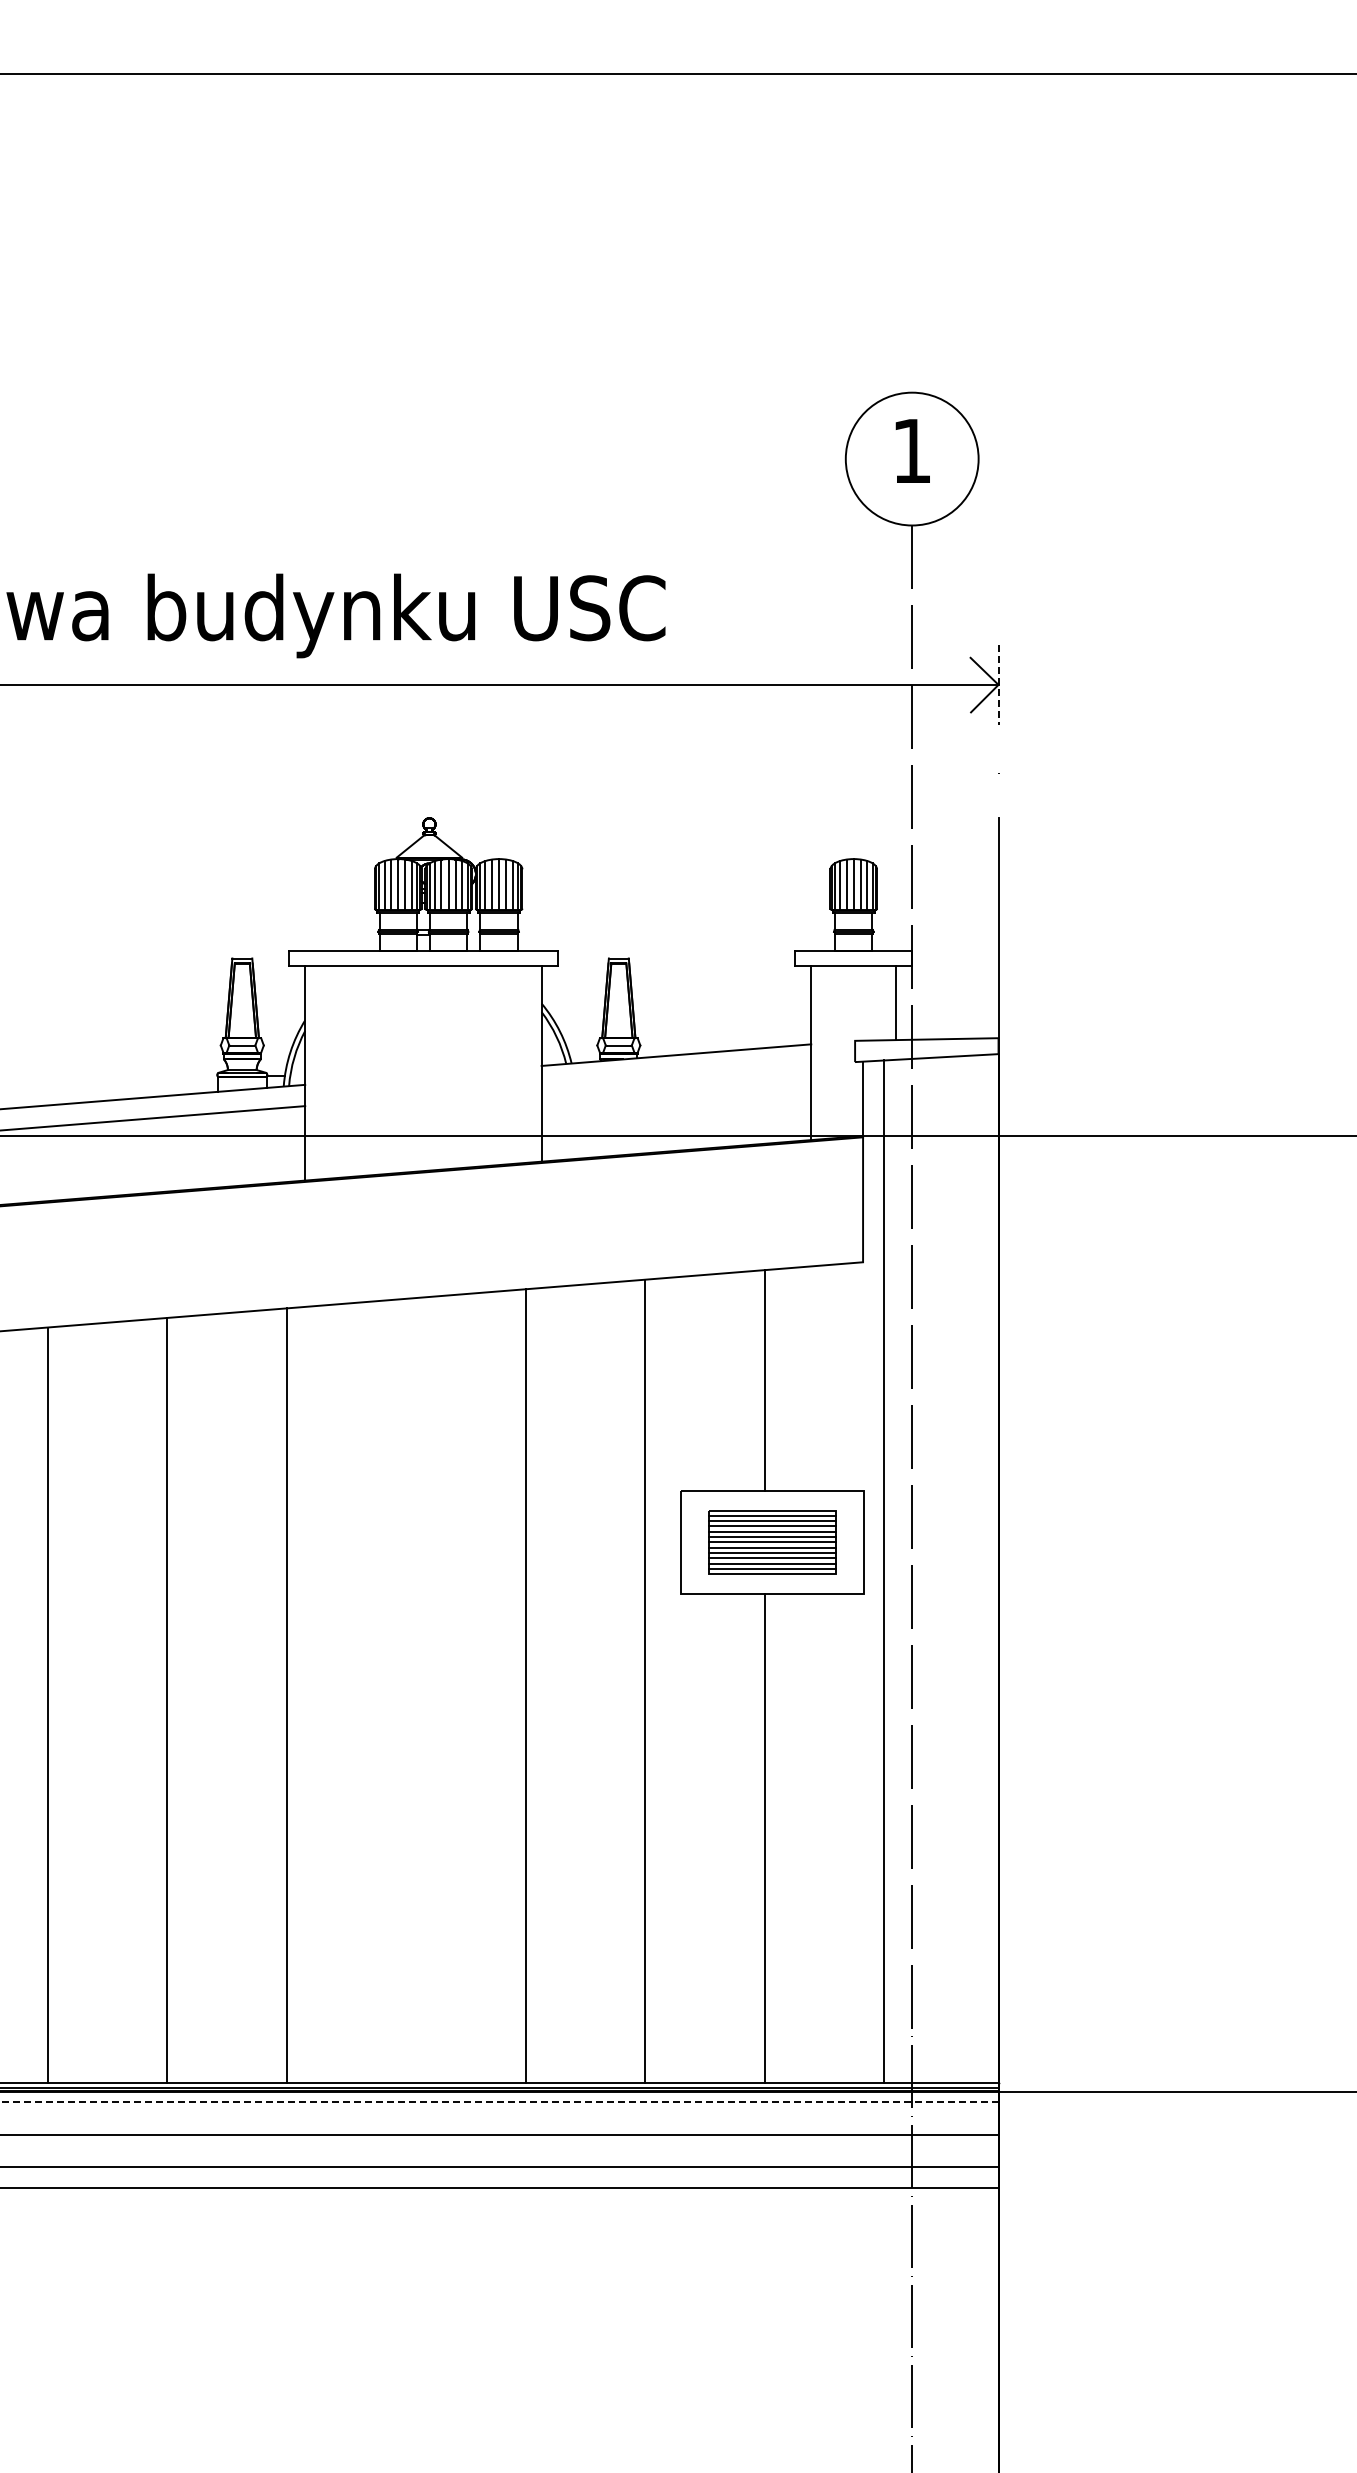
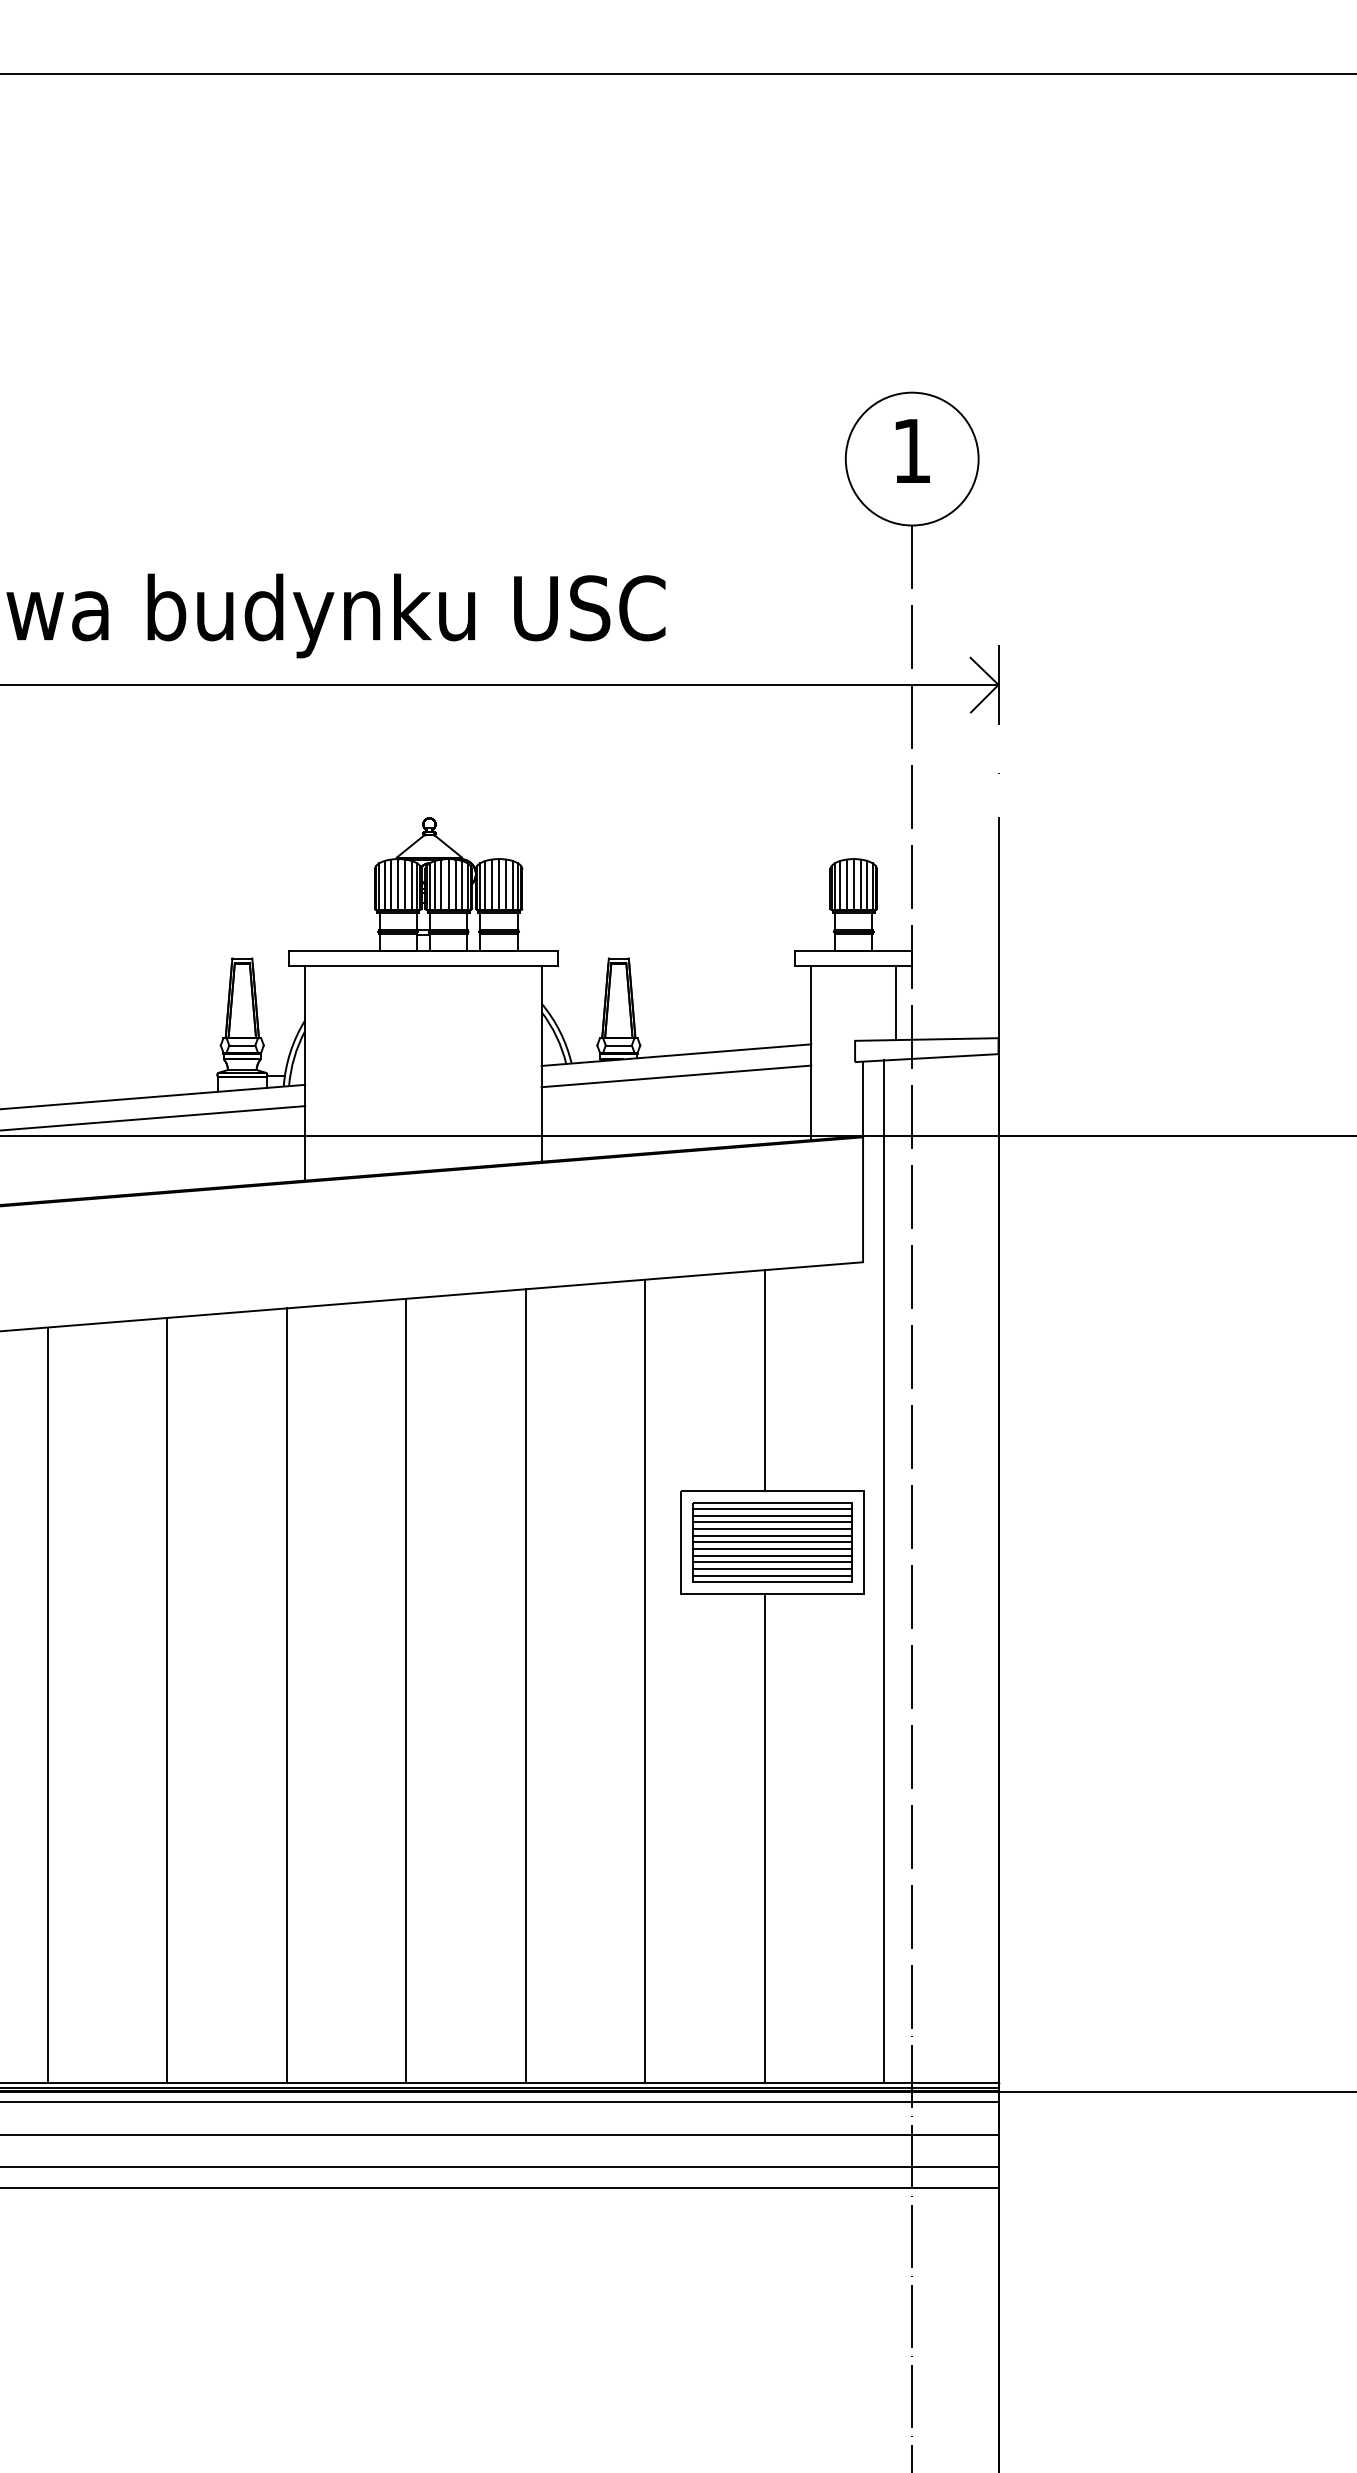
line at (998, 684): dashed -> solid
line at (676, 1076): none -> present
part at (772, 1542) size: 129x65 px -> 161x81 px
line at (406, 1690): none -> present
line at (499, 2101): dashed -> solid
